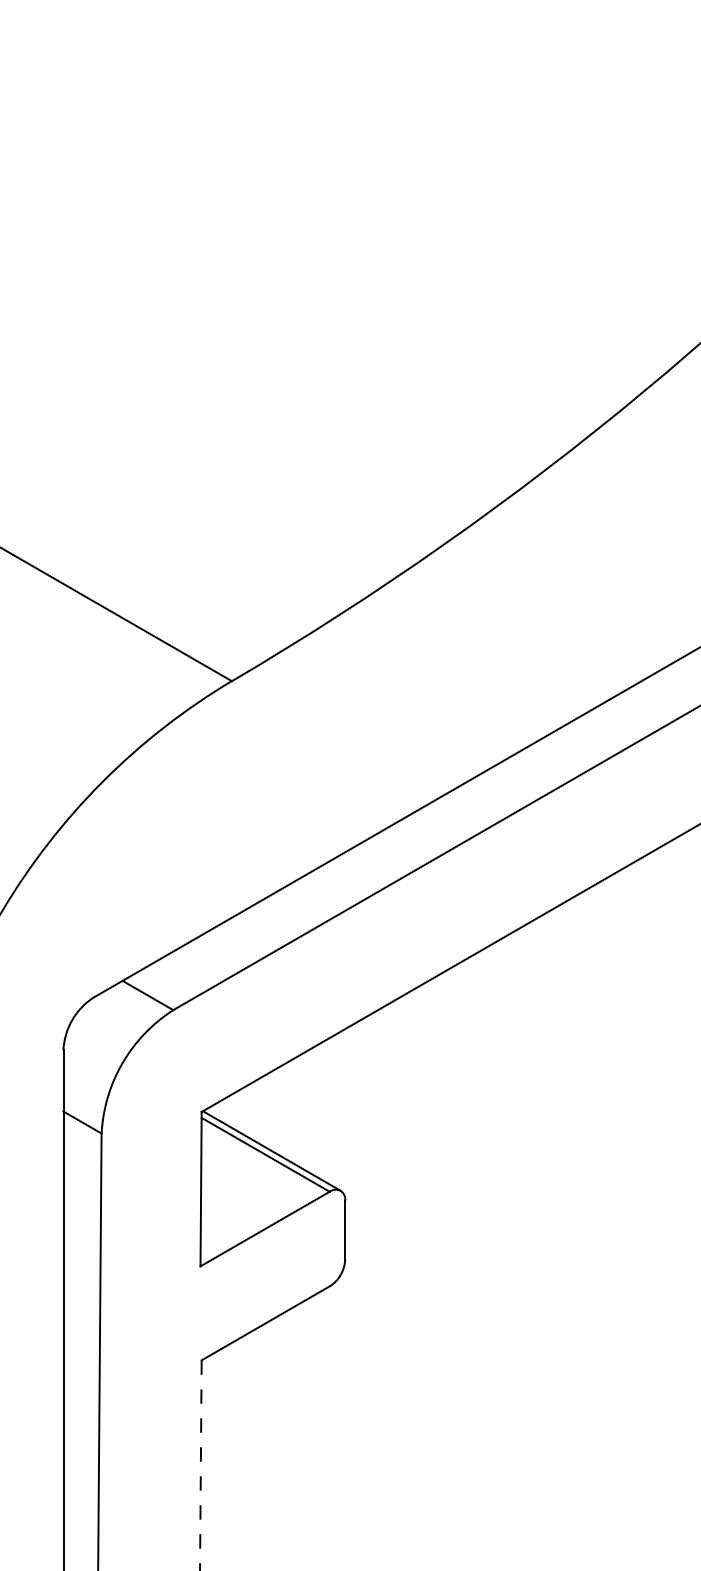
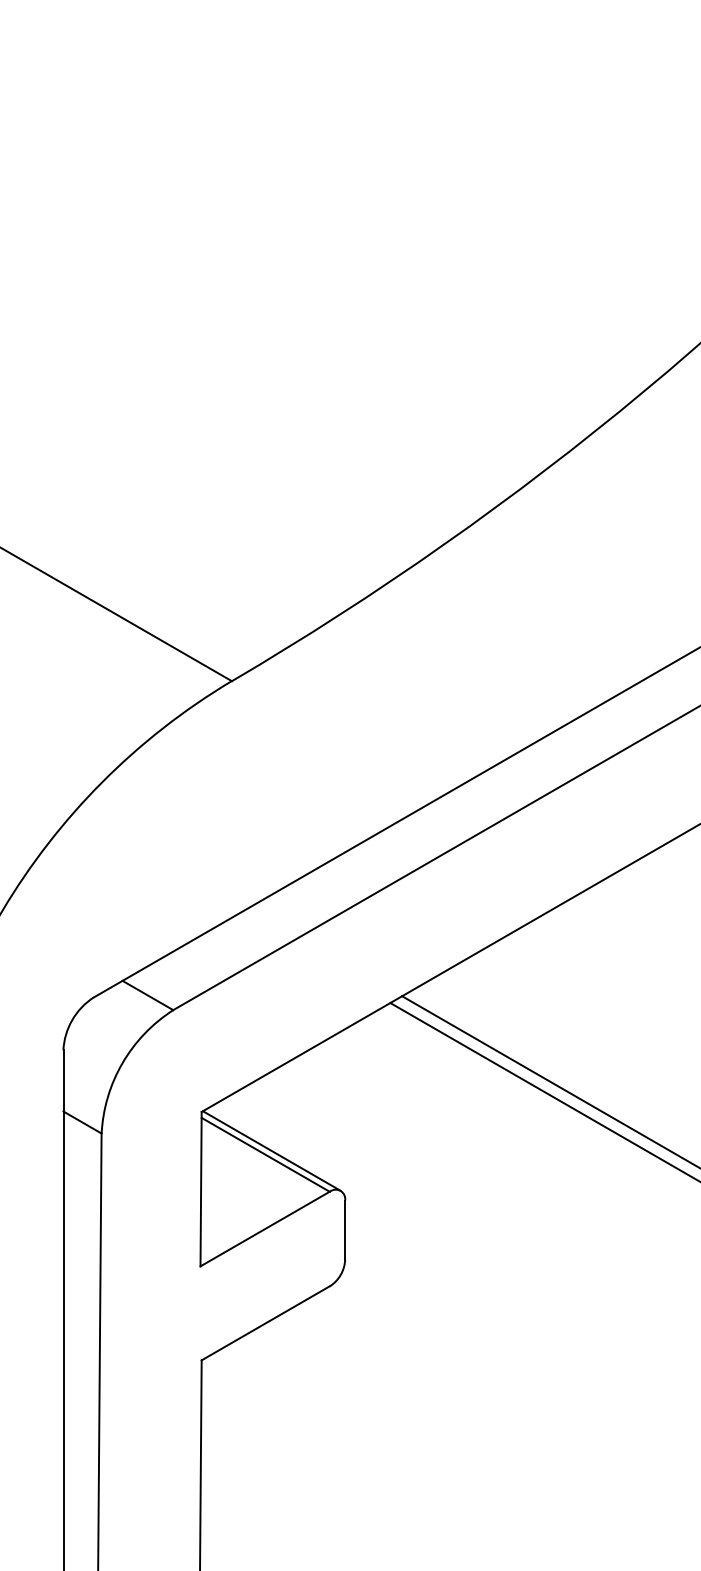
line at (549, 1081): none -> present
line at (543, 1091): none -> present
line at (200, 1465): dashed -> solid
